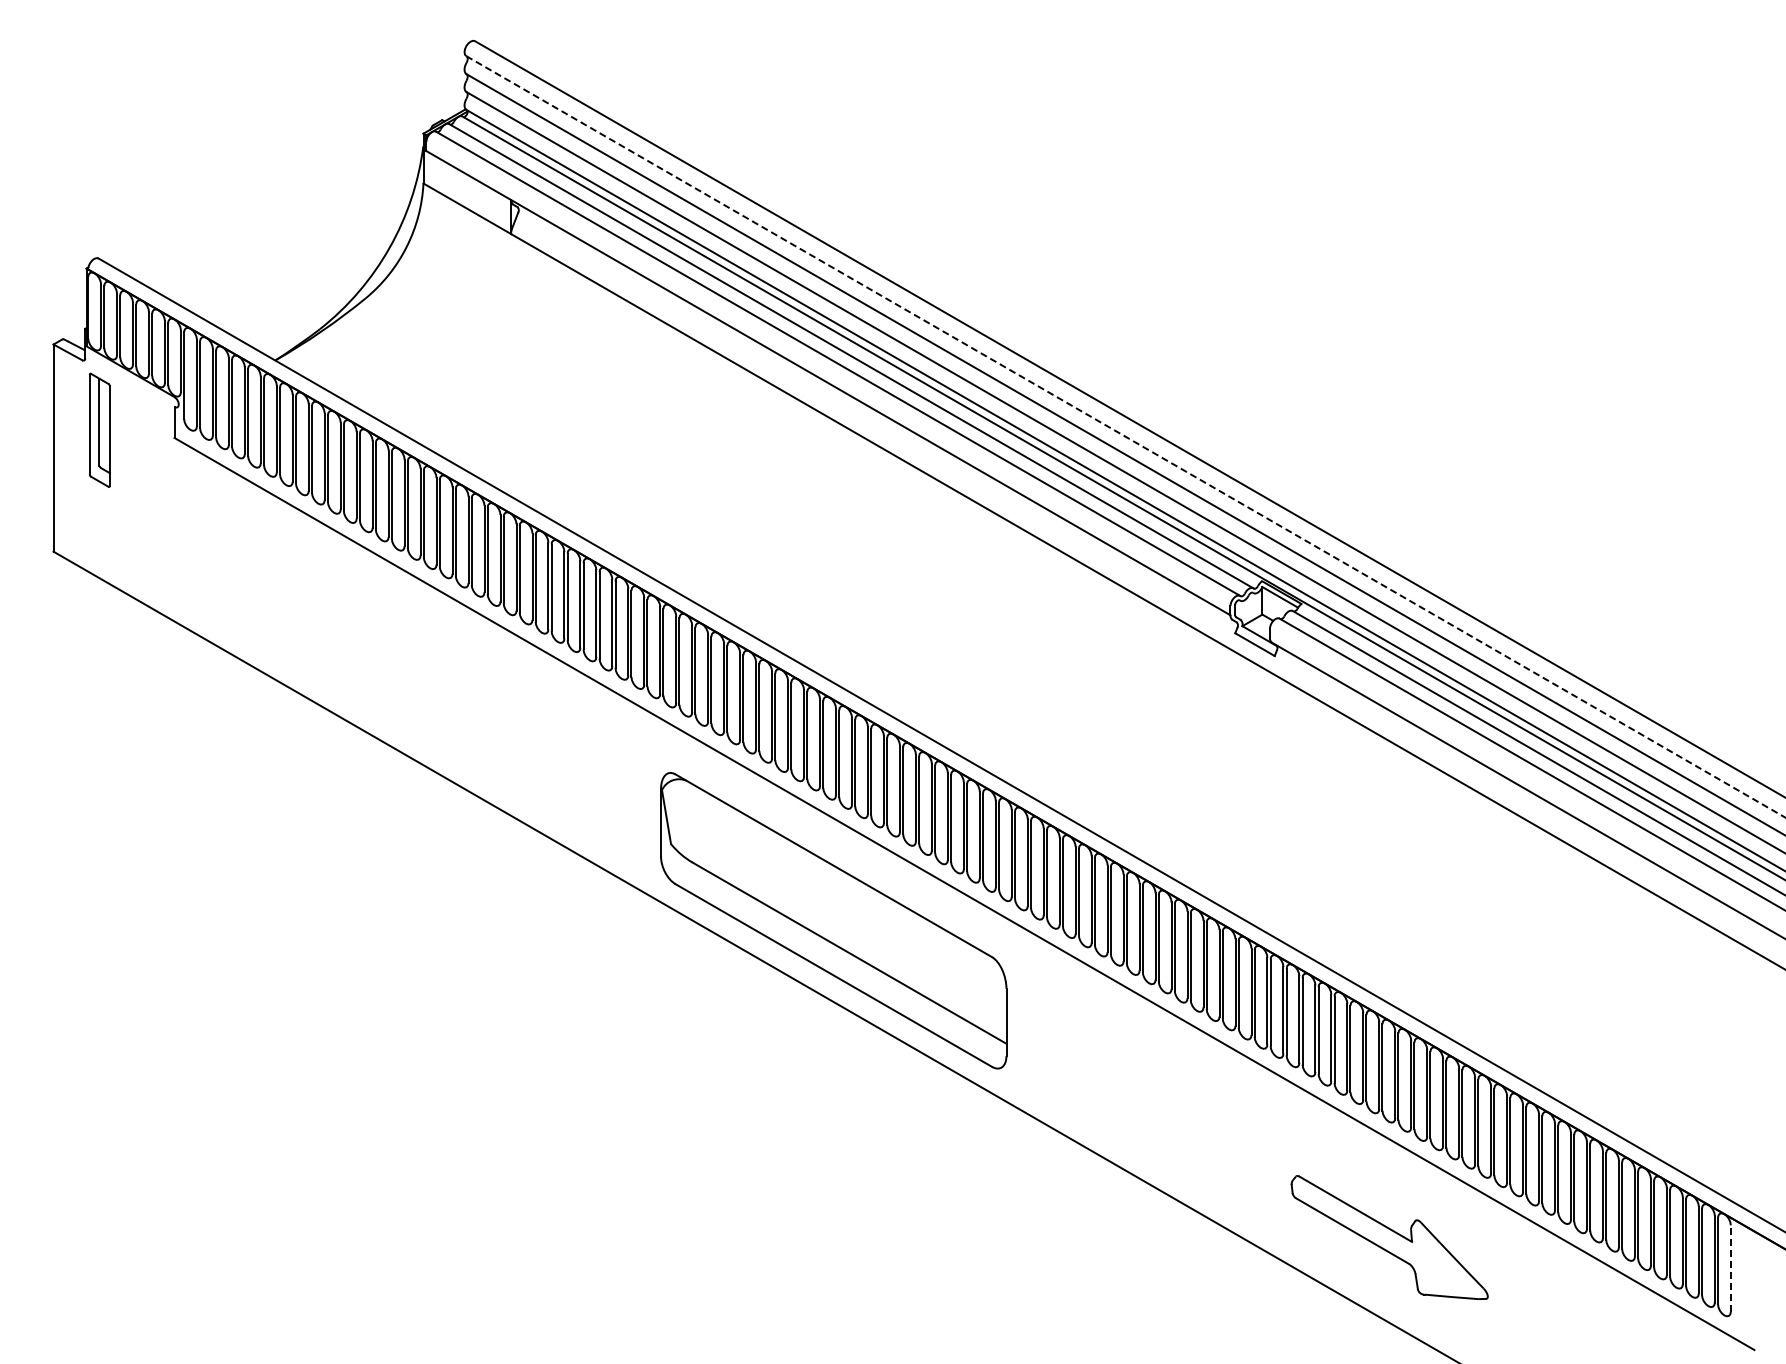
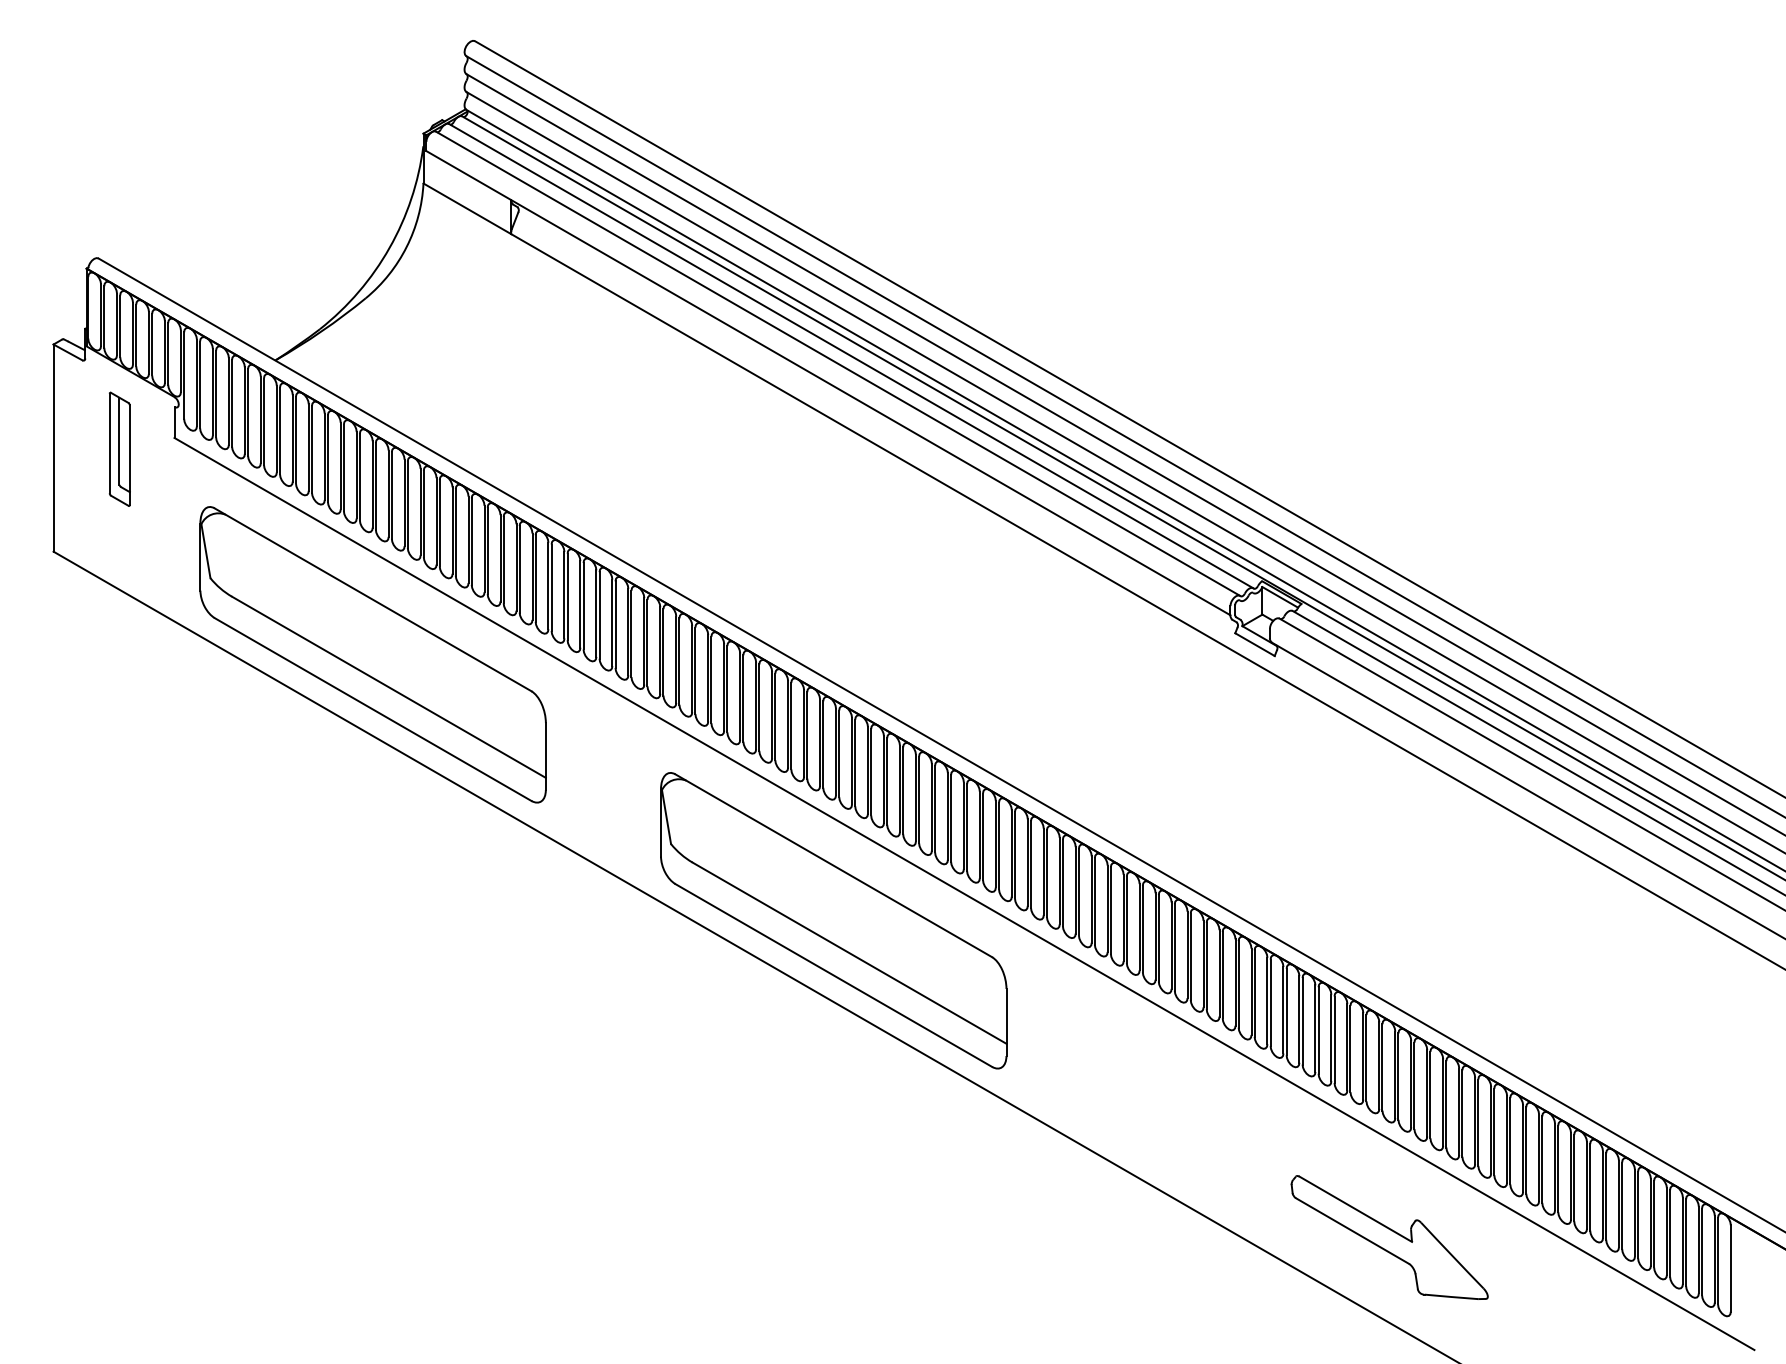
part at (99, 429) position: (99, 429) -> (119, 448)
line at (1126, 437): dashed -> solid
part at (372, 654): none -> present
line at (1730, 1268): dashed -> solid
